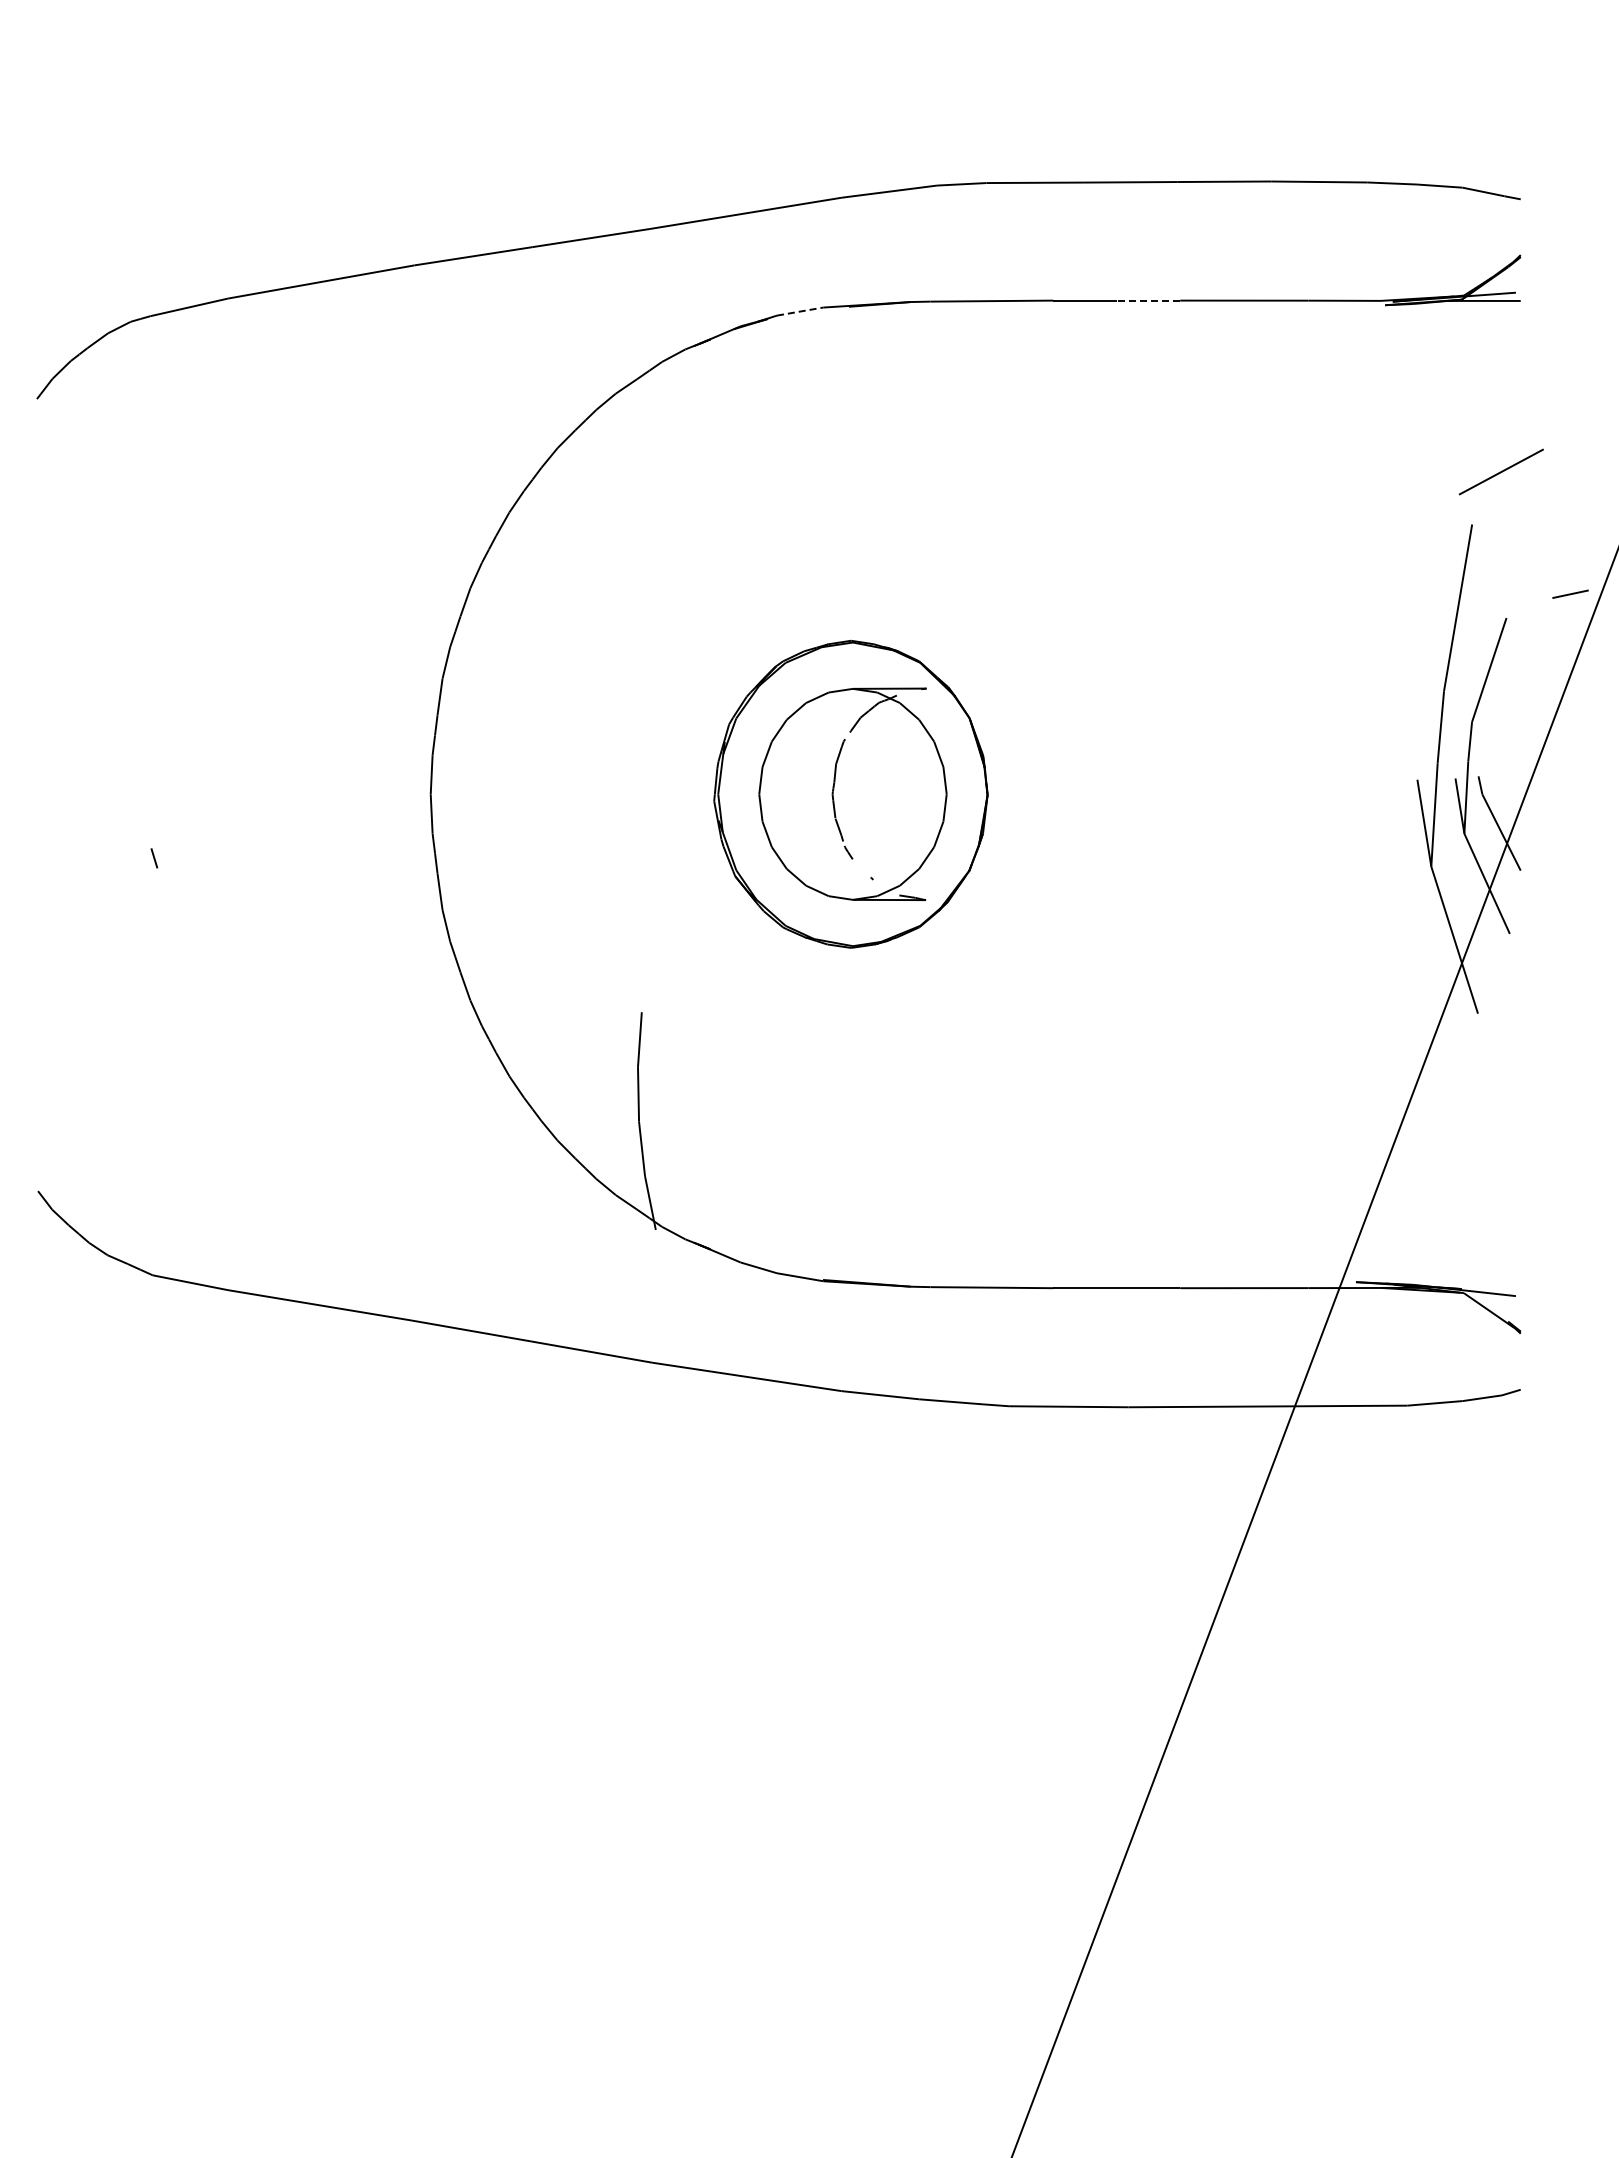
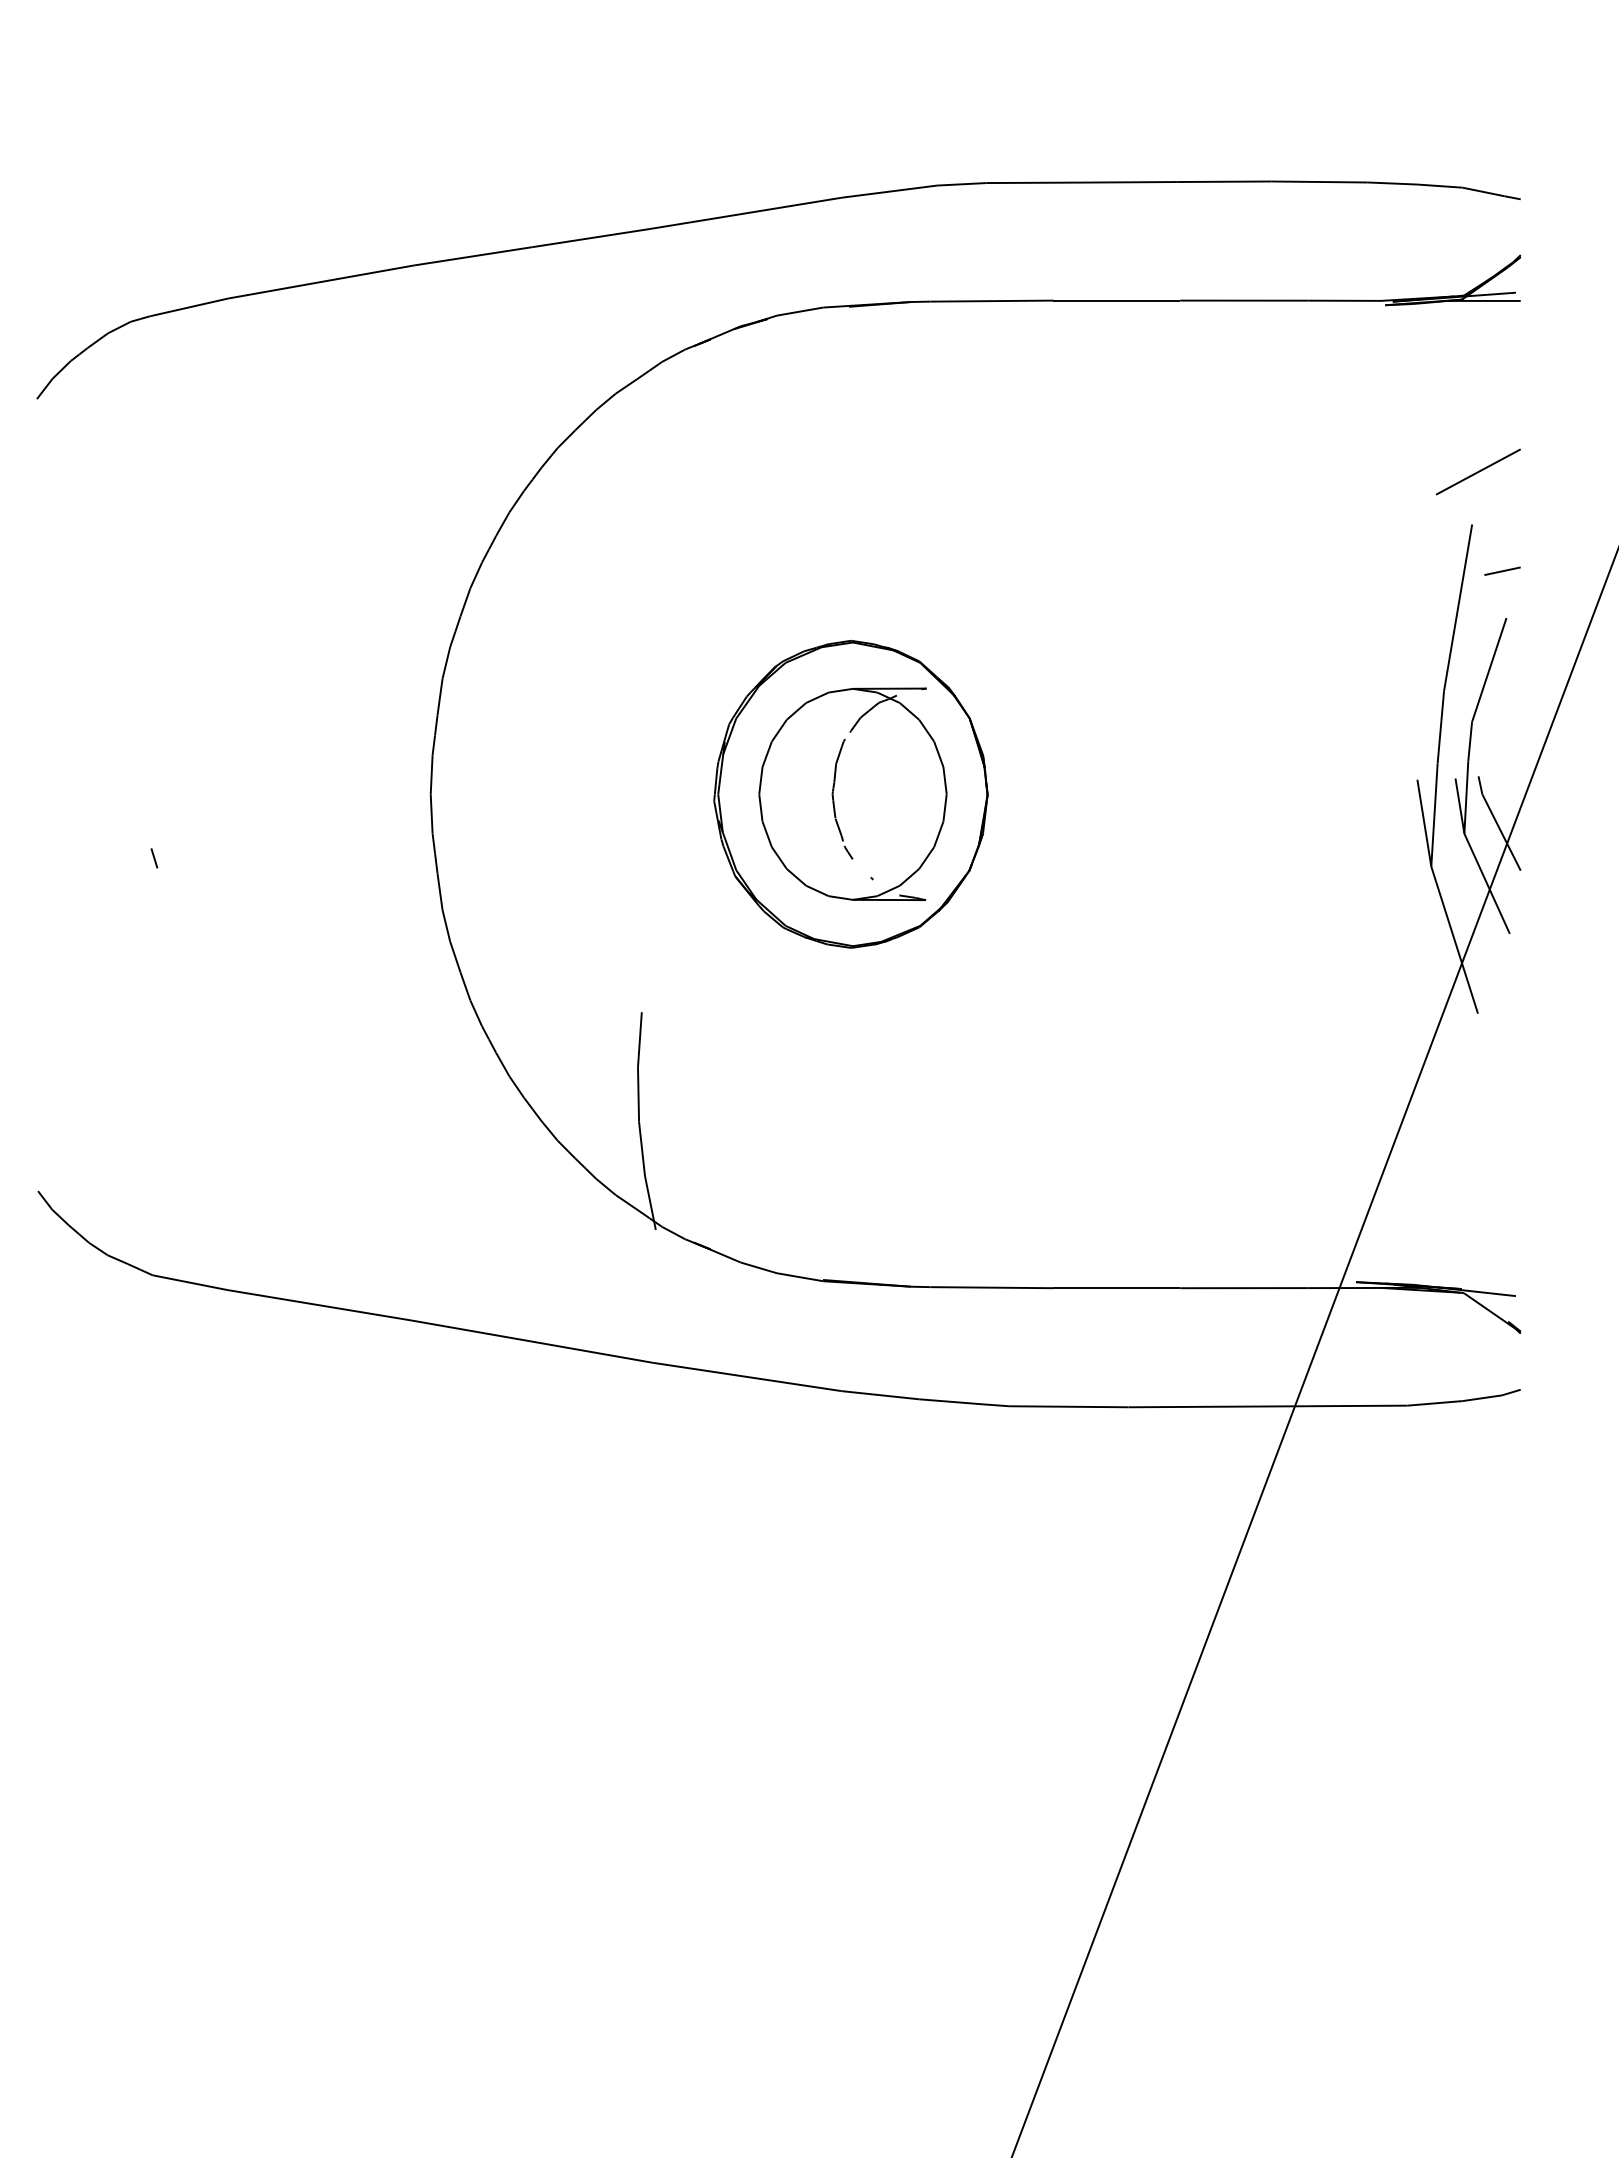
line at (1148, 300): dashed -> solid
line at (800, 311): dashed -> solid
line at (1501, 471) position: (1501, 471) -> (1478, 471)
line at (1570, 593) position: (1570, 593) -> (1502, 570)
